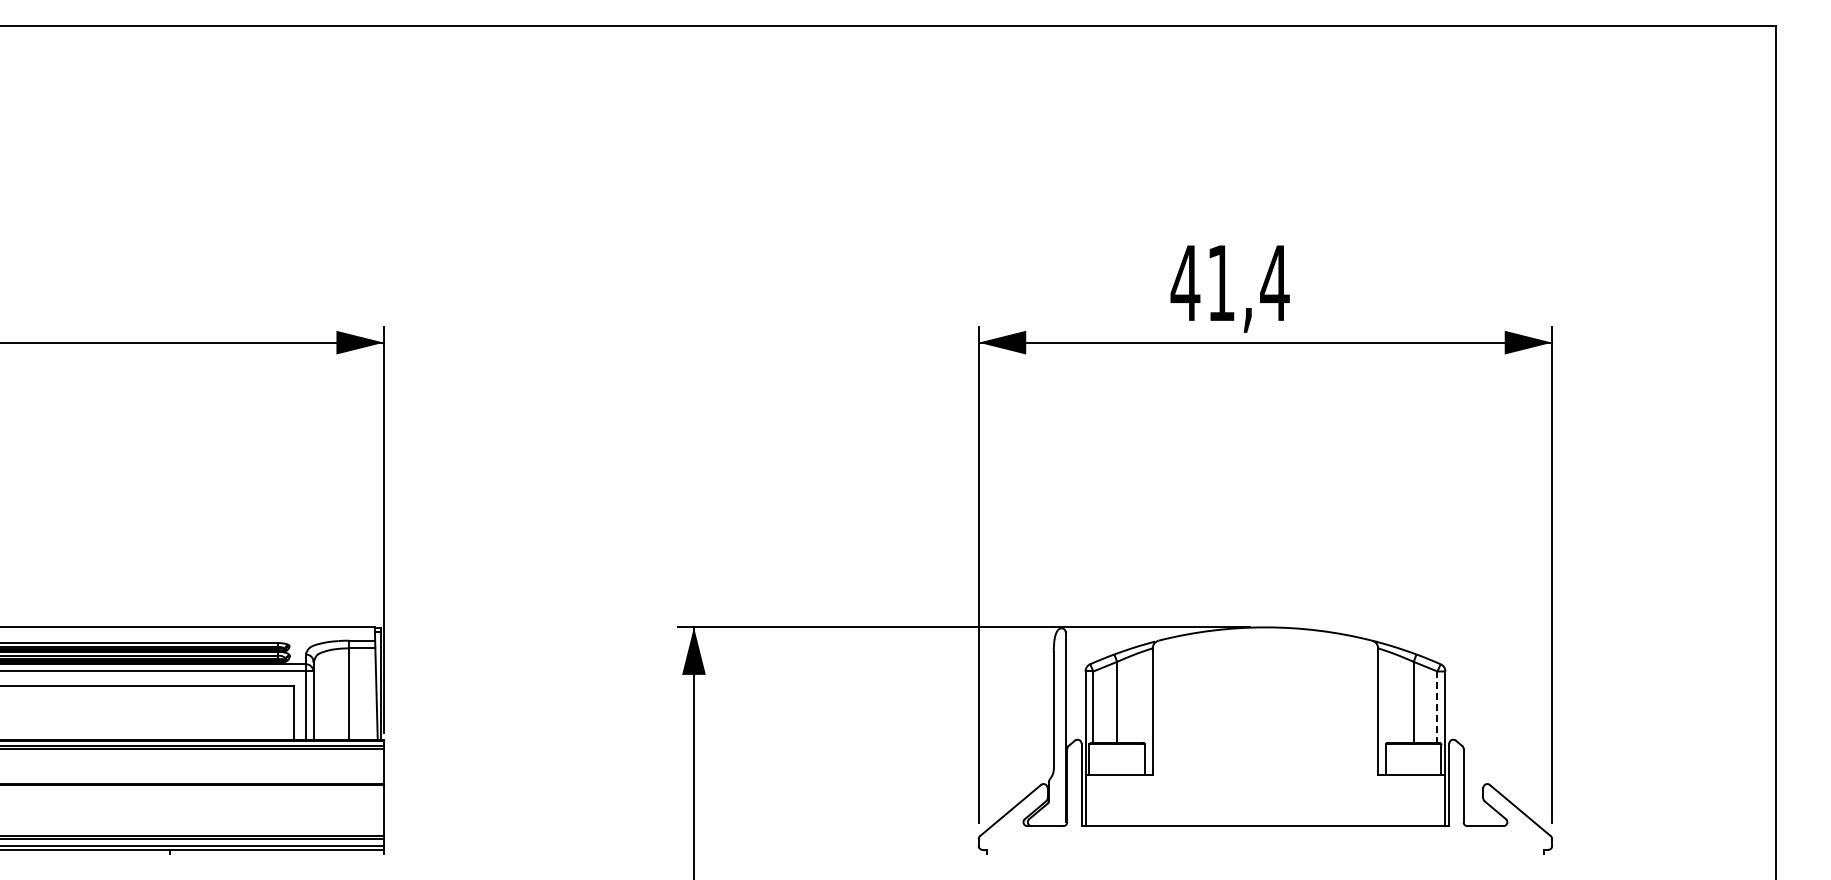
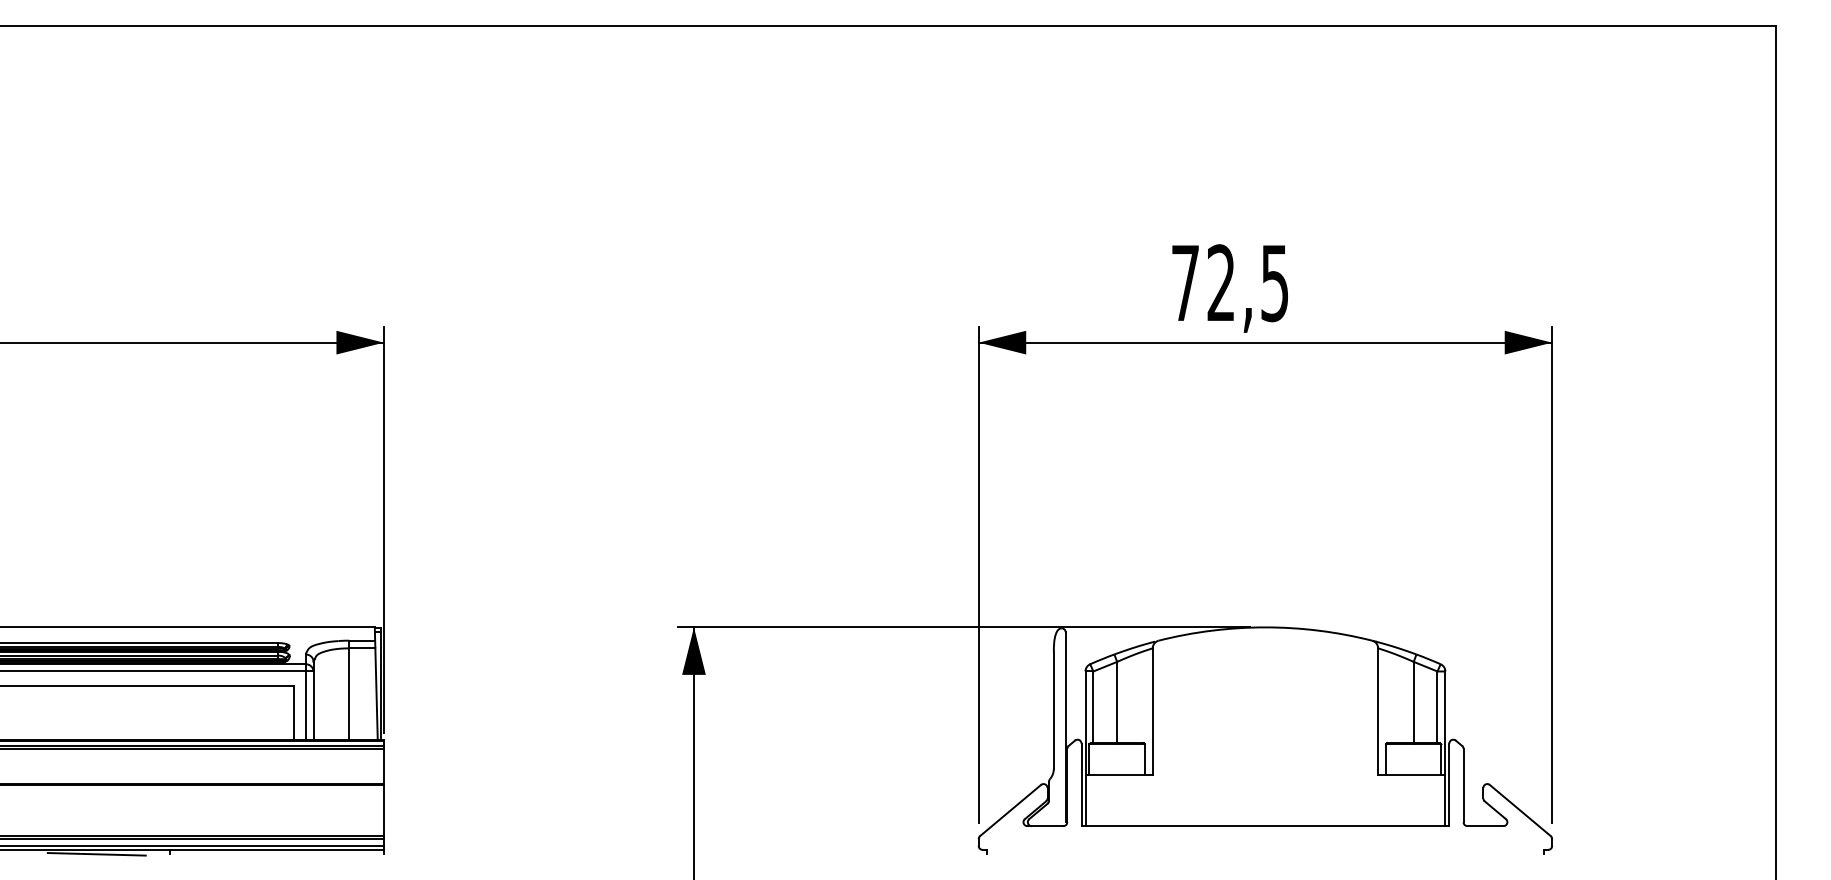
text at (1229, 283): 41,4 -> 72,5
line at (1437, 707): dashed -> solid
line at (96, 854): none -> present
